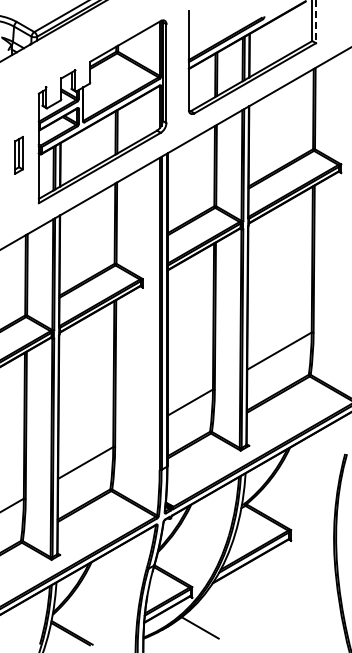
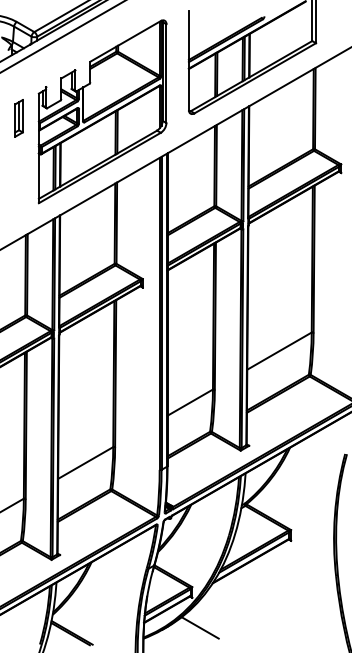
line at (316, 22): dashed -> solid
line at (62, 36): none -> present
part at (18, 155) position: (18, 155) -> (18, 118)
